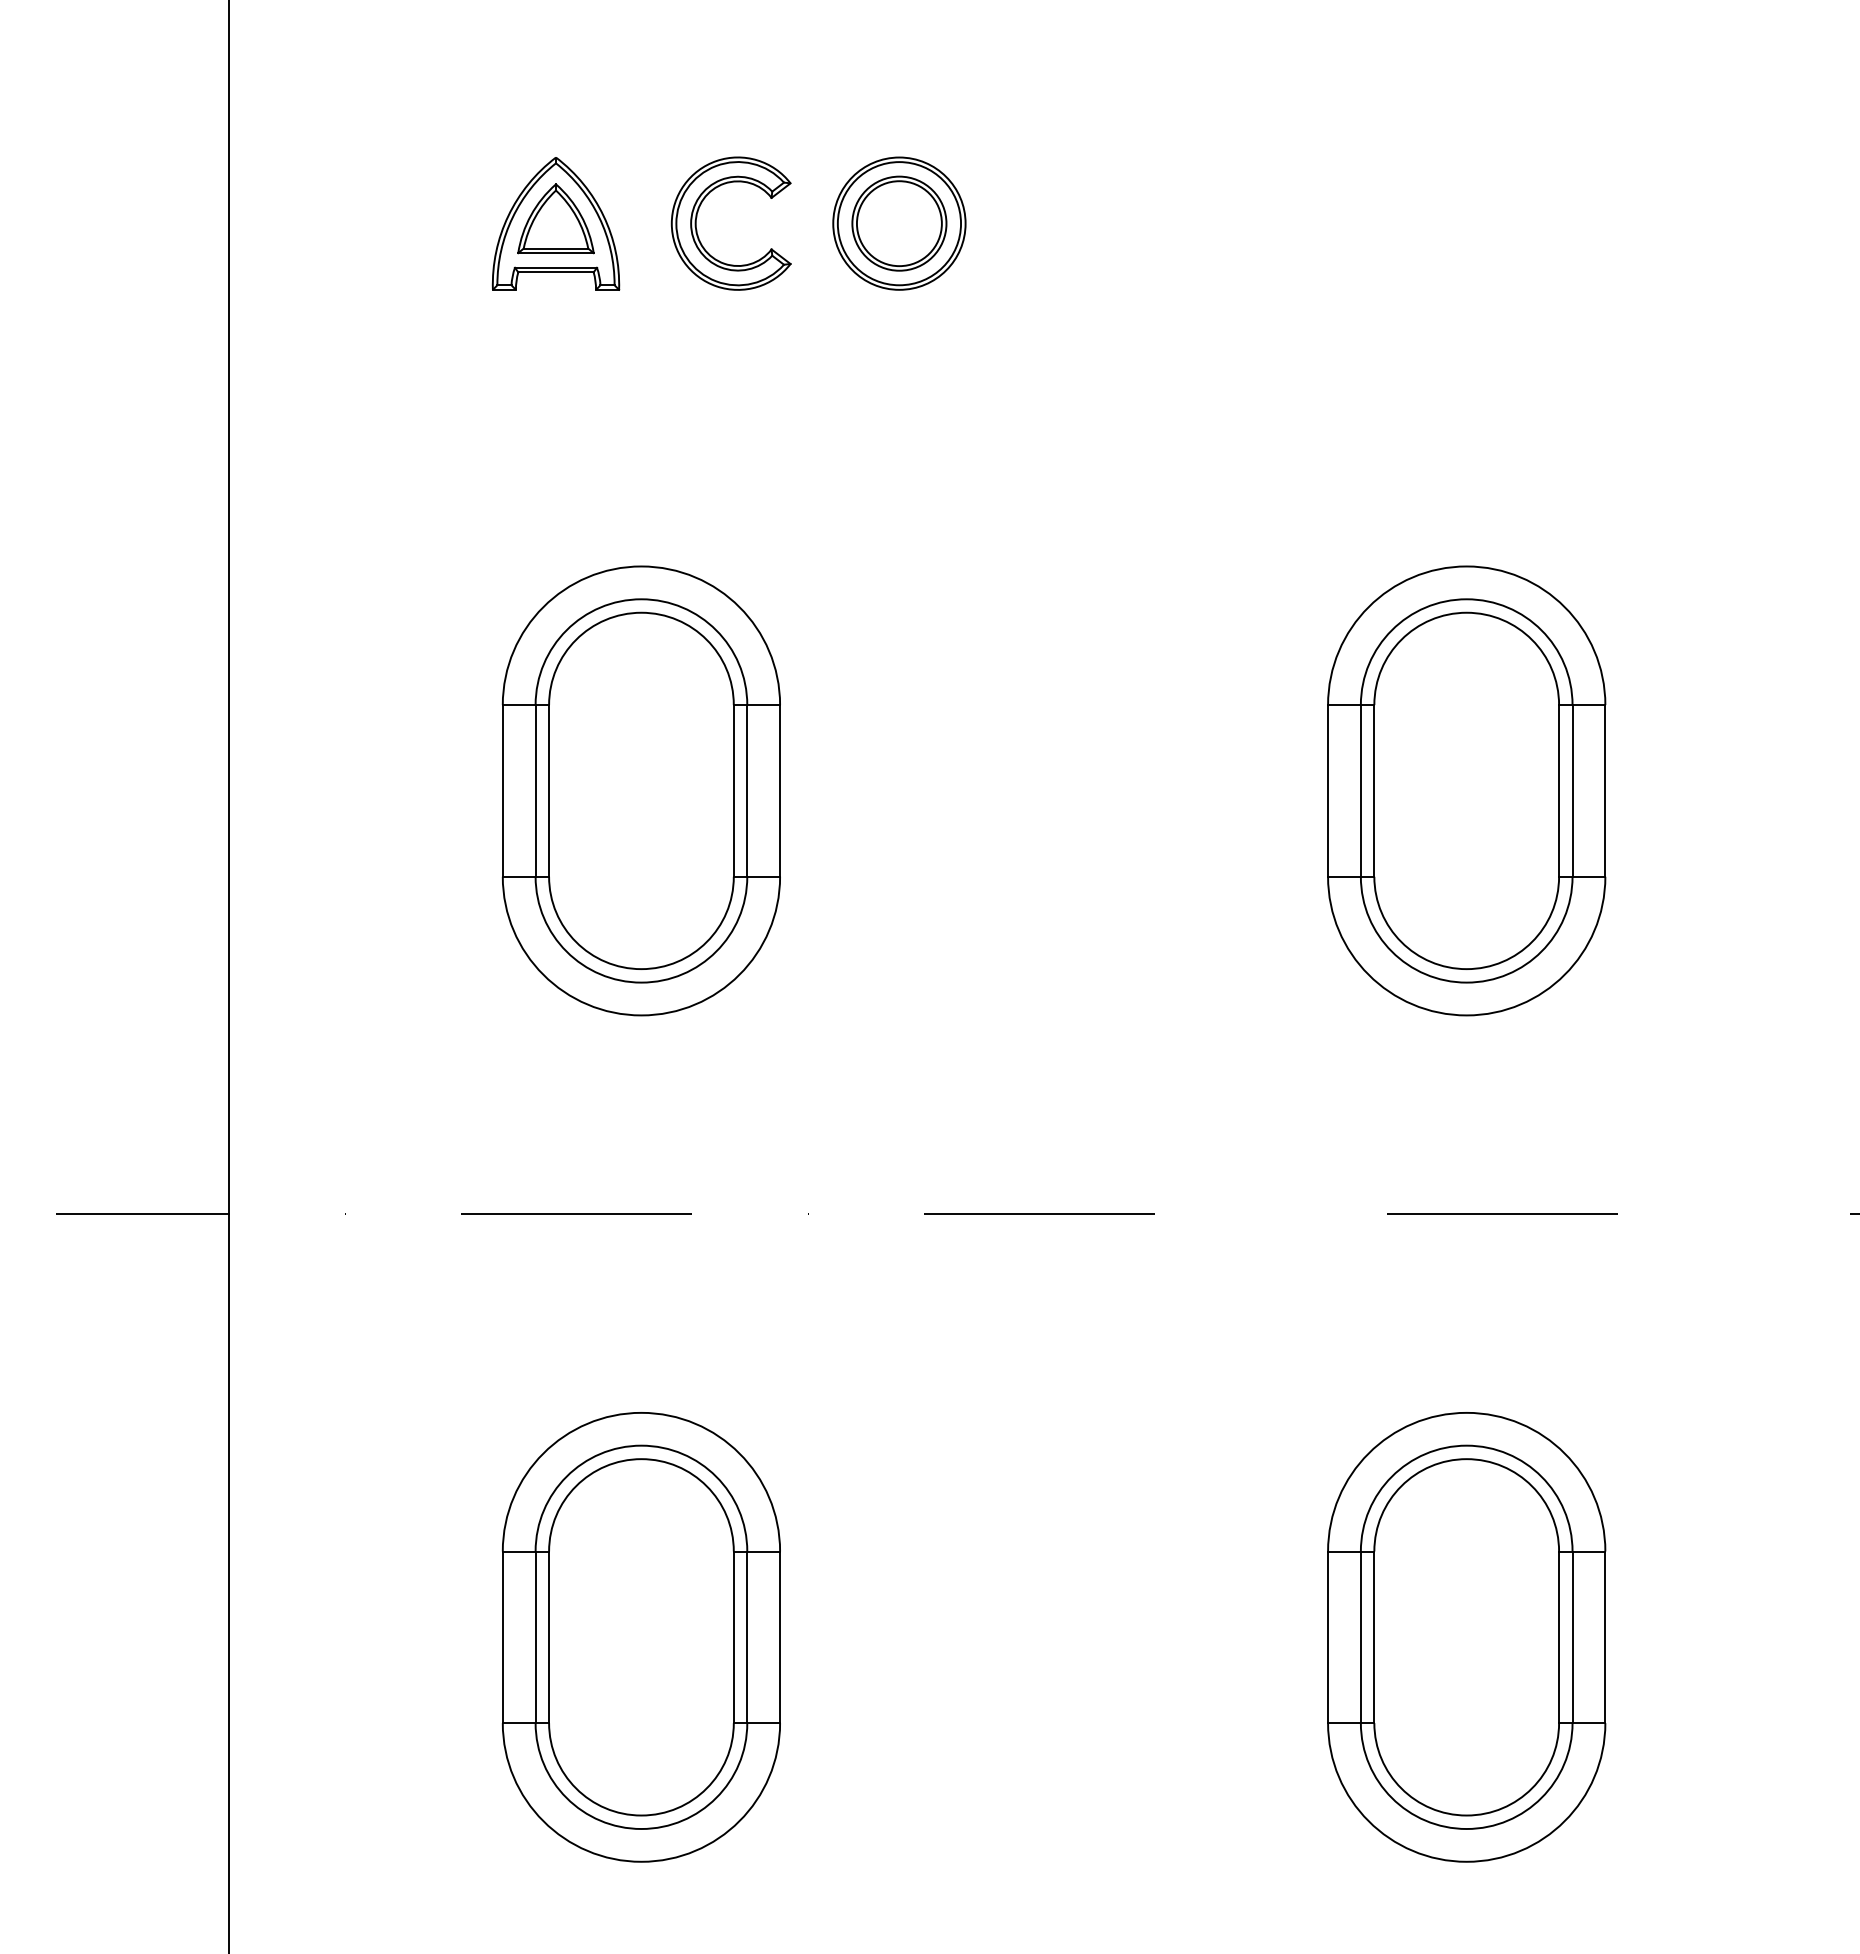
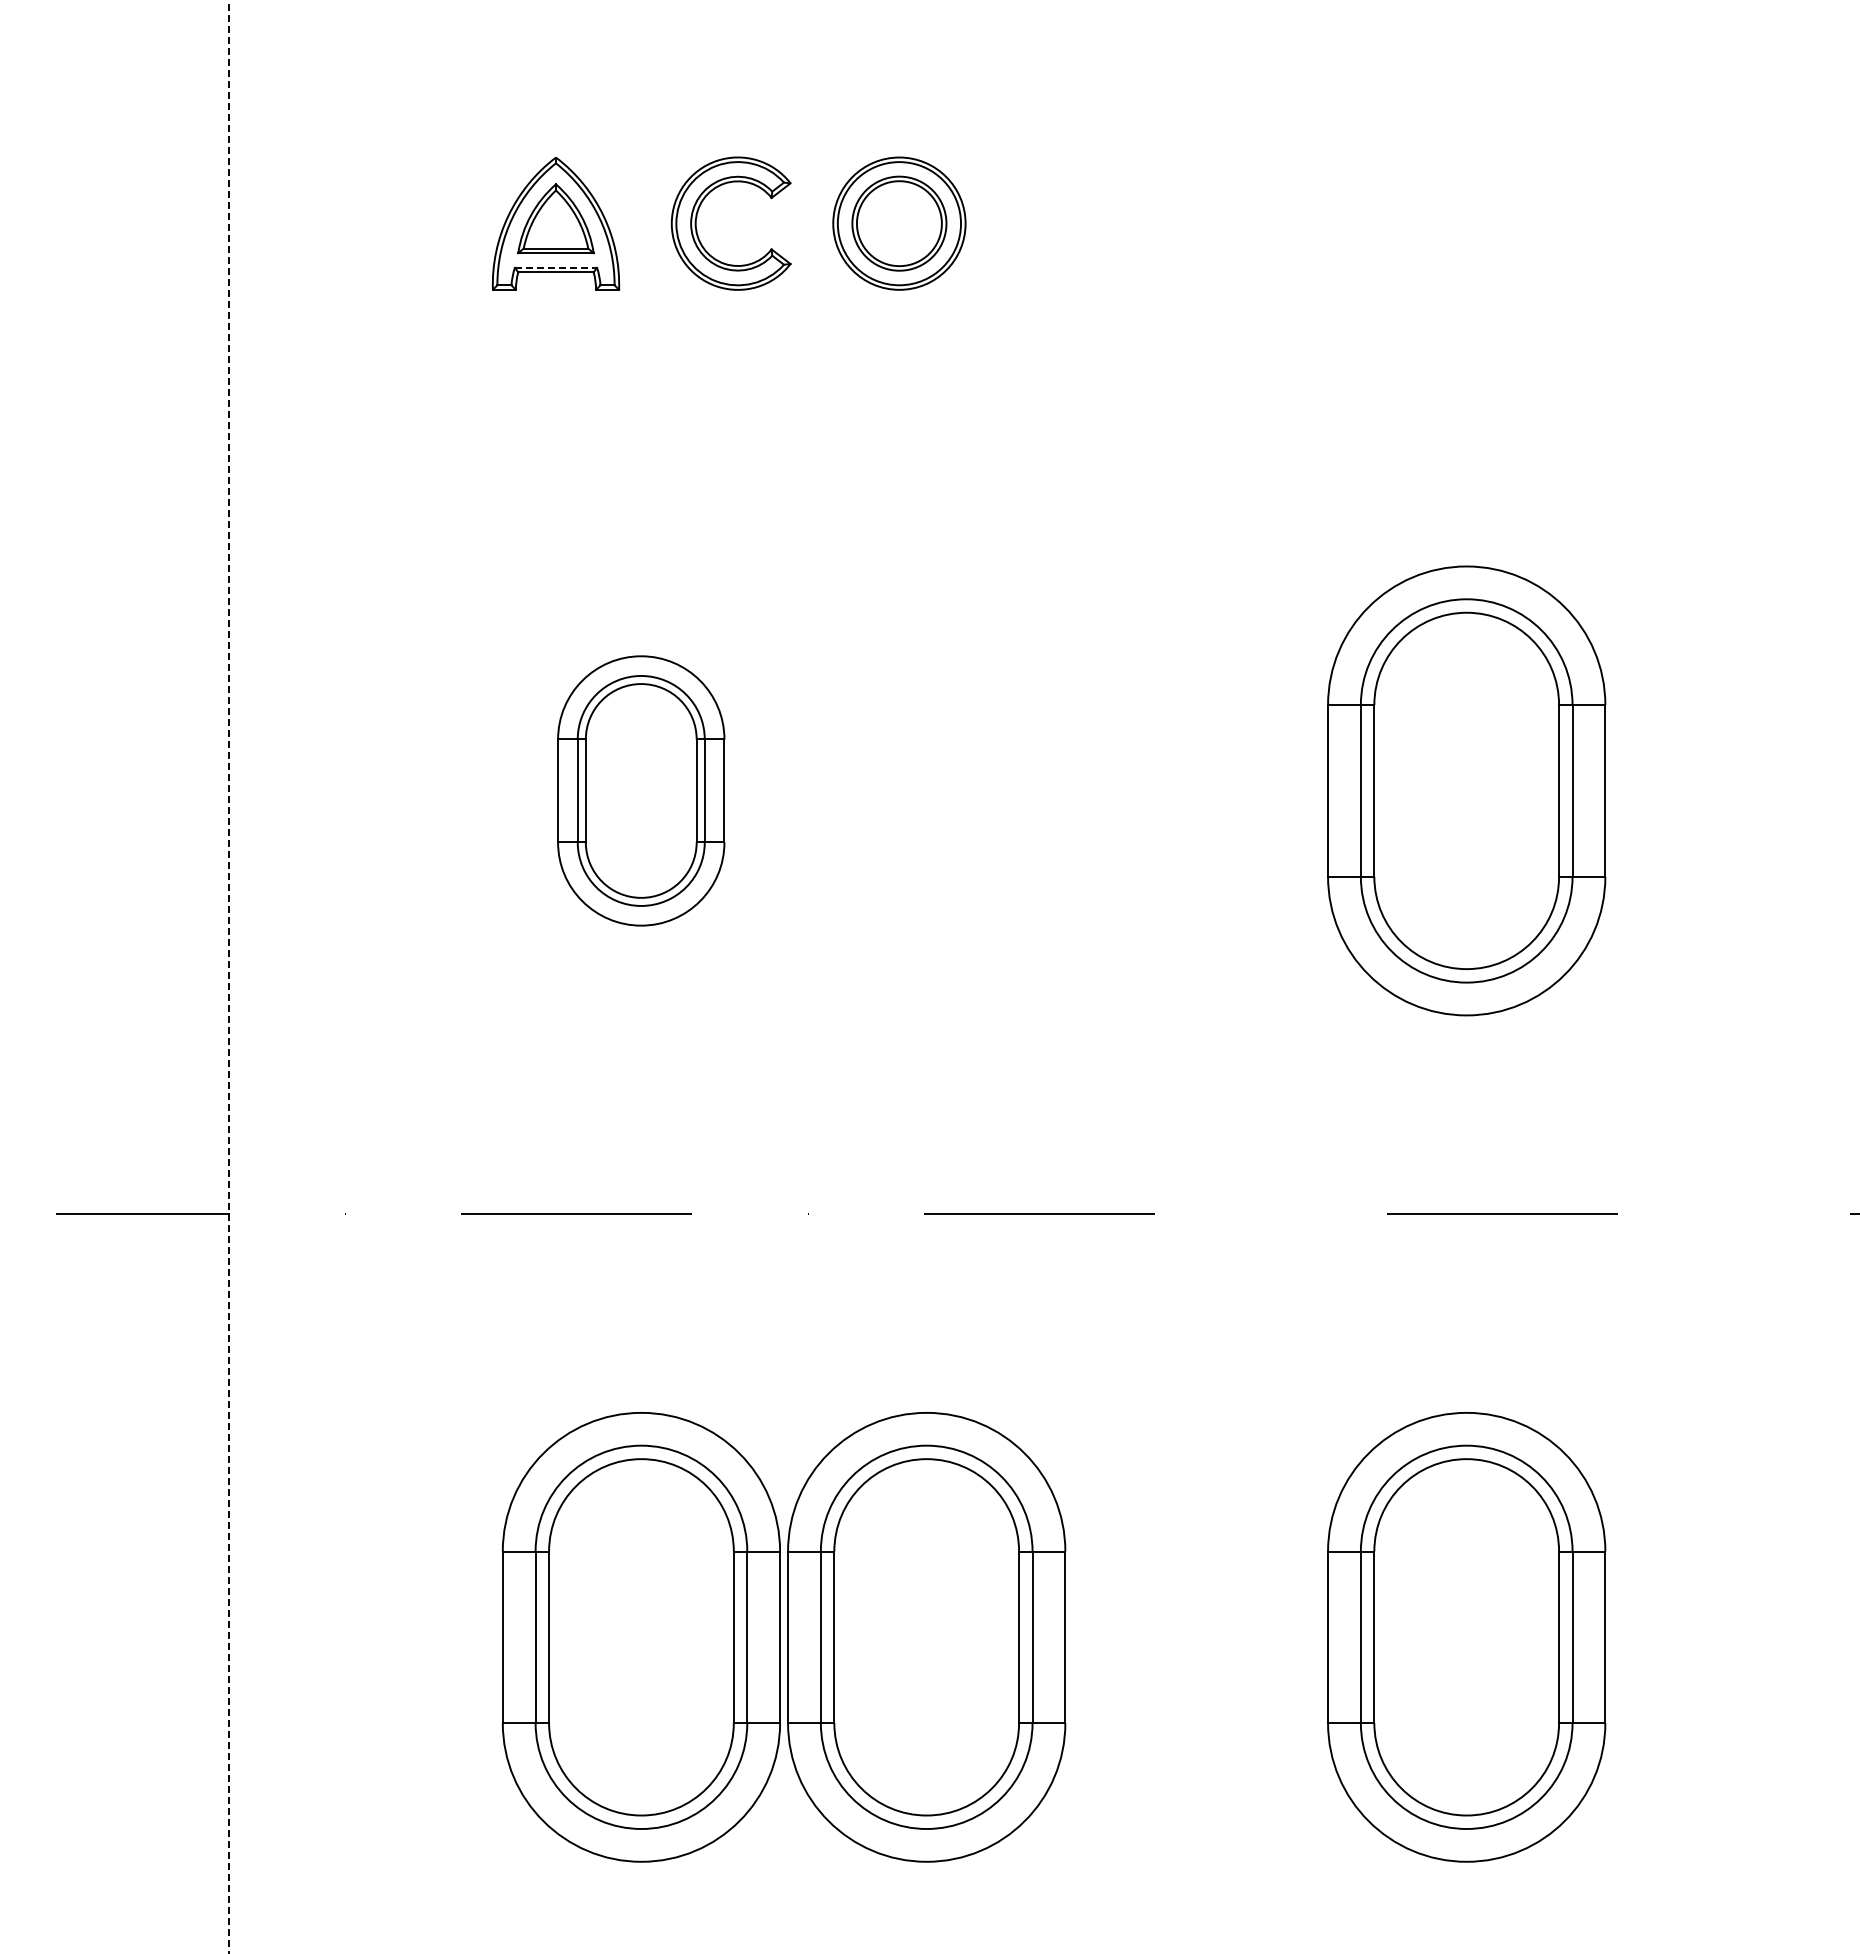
line at (556, 267): solid -> dashed
part at (640, 790) size: 280x452 px -> 169x272 px
line at (228, 977): solid -> dashed
part at (926, 1637): none -> present
